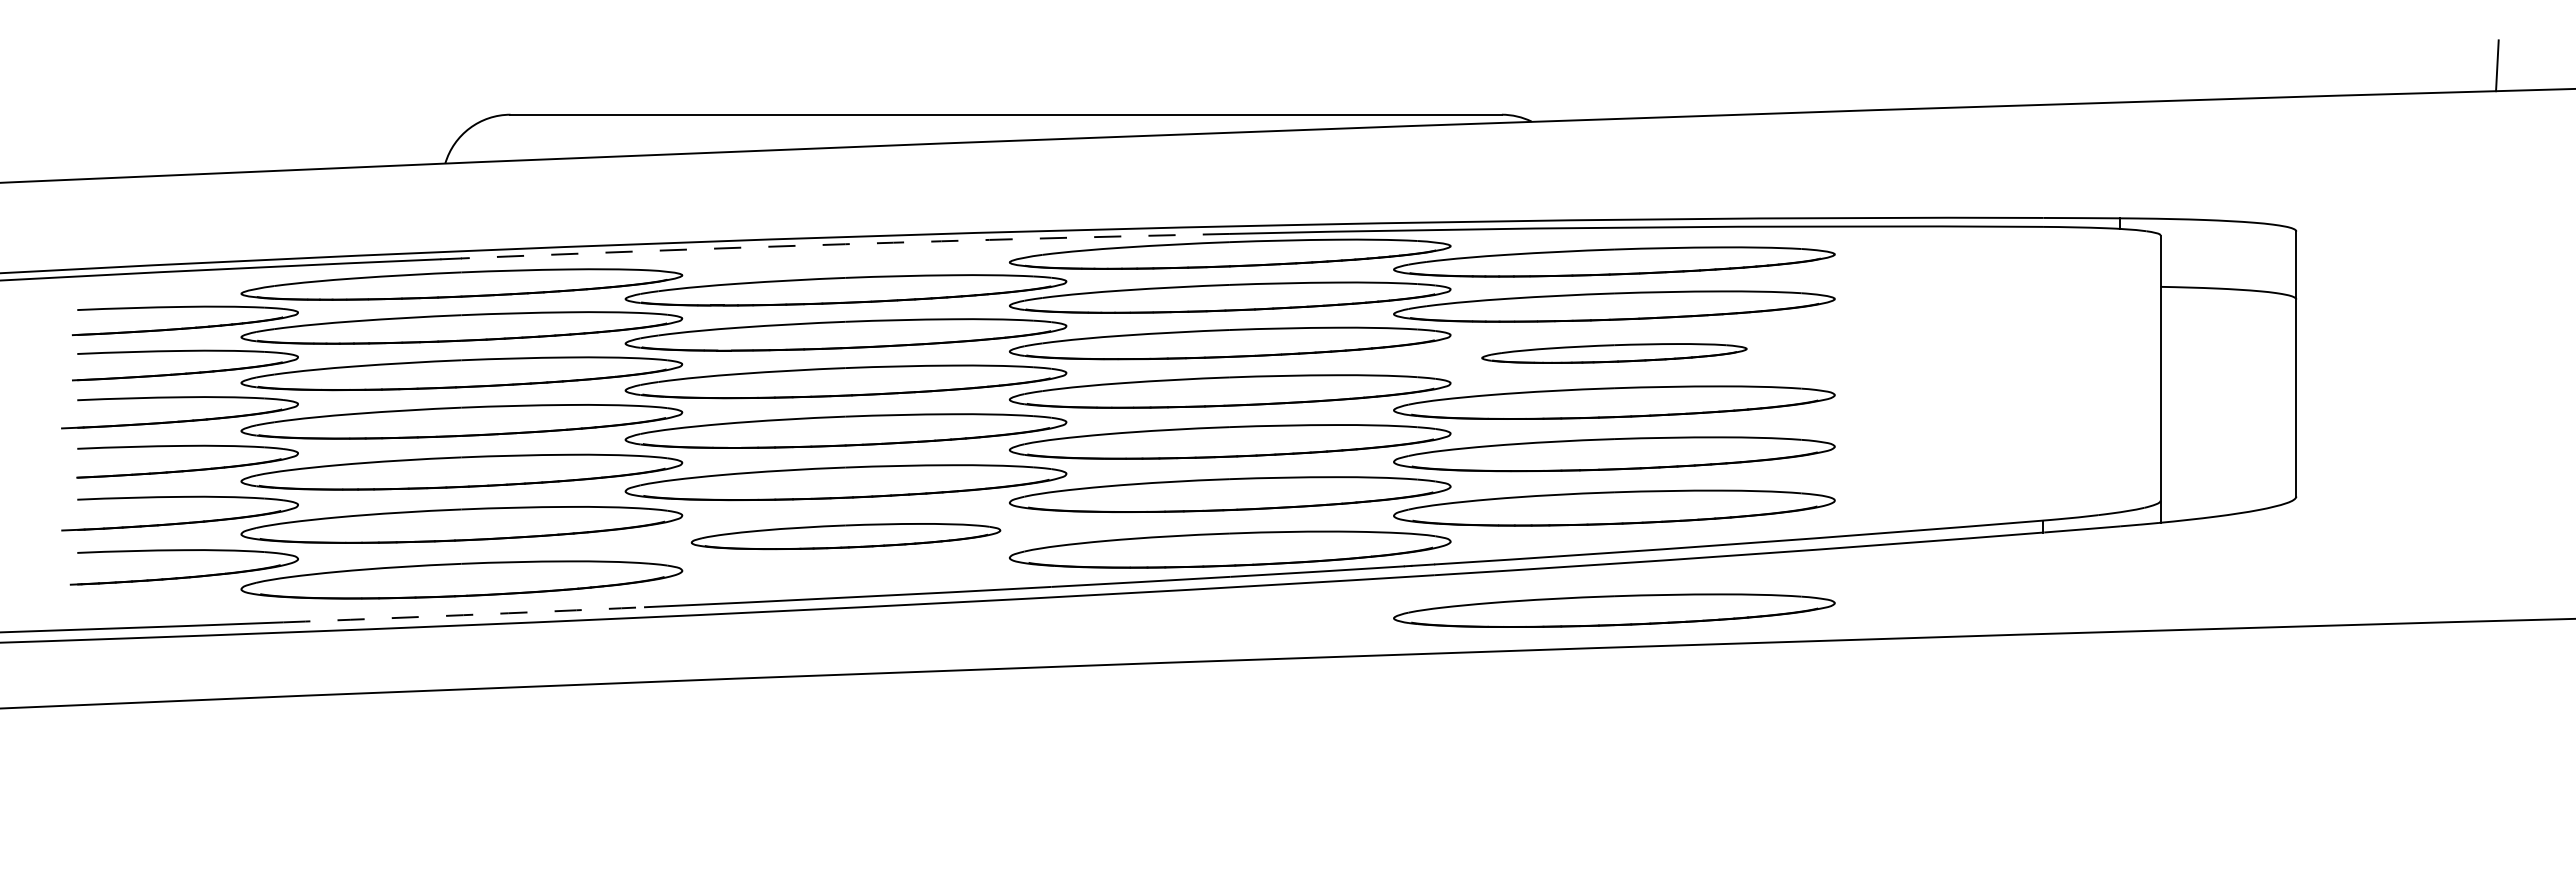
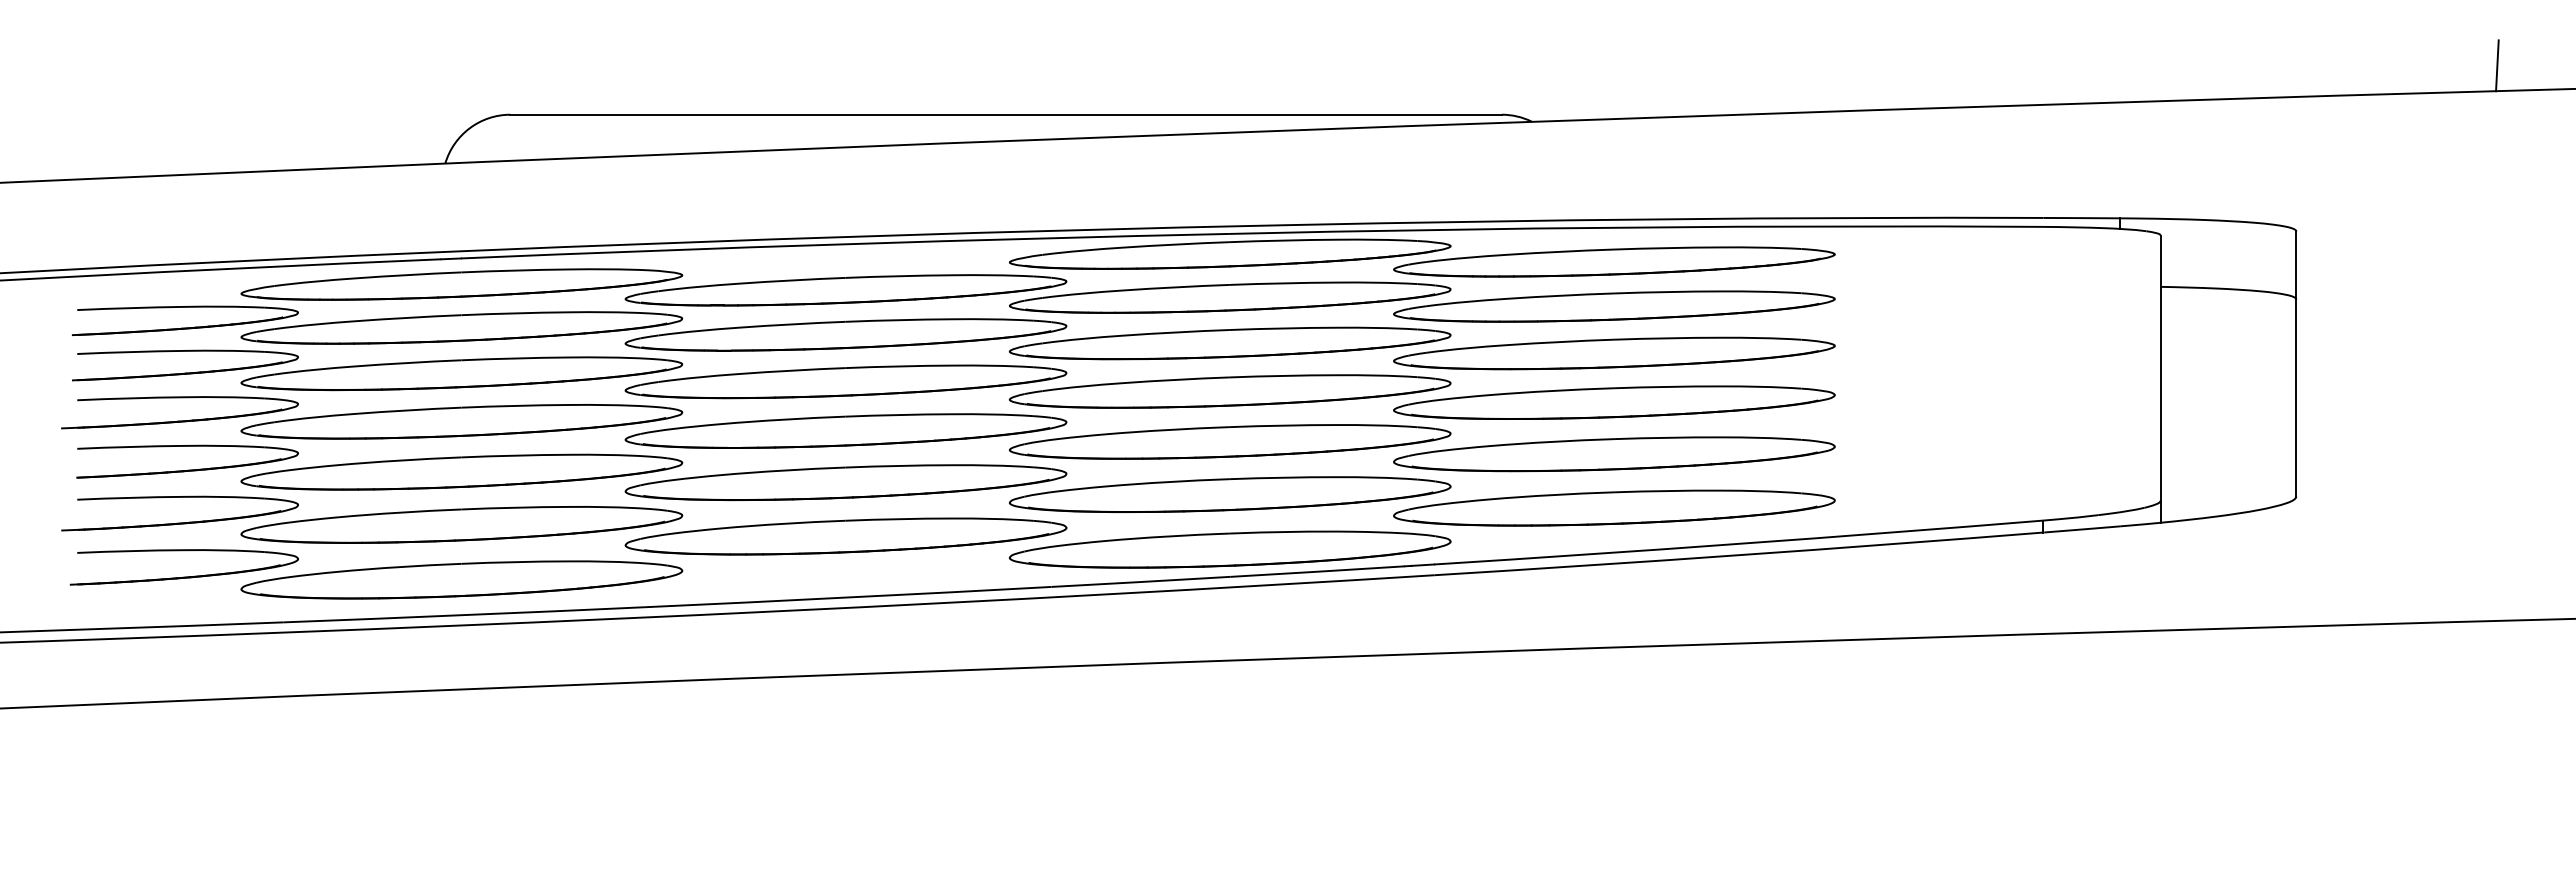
arc at (845, 244): dashed -> solid
part at (1614, 353) size: 267x21 px -> 443x35 px
part at (845, 536) size: 312x28 px -> 444x39 px
part at (1614, 610): present -> none
arc at (463, 615): dashed -> solid
